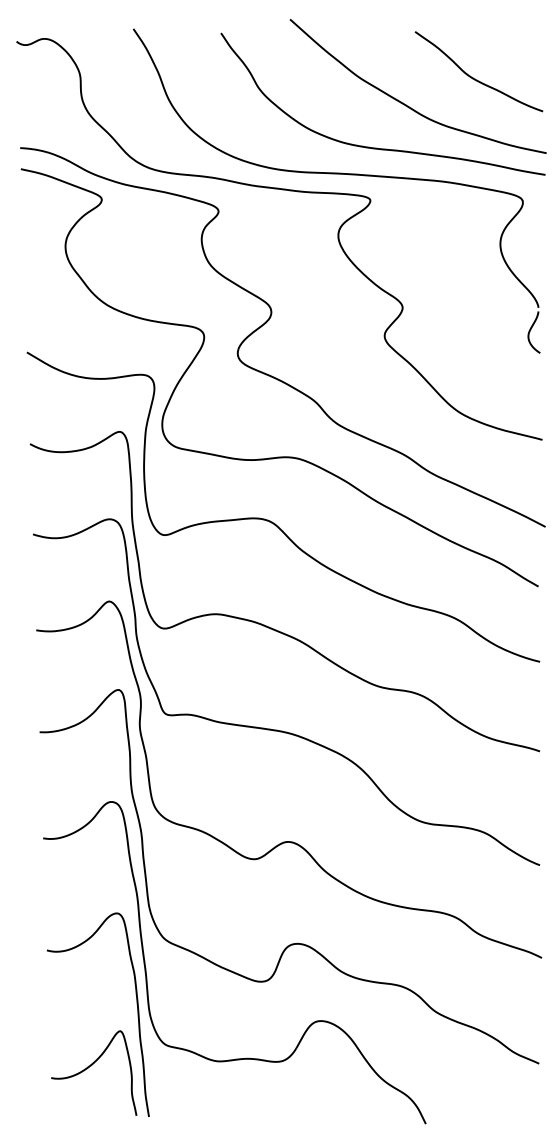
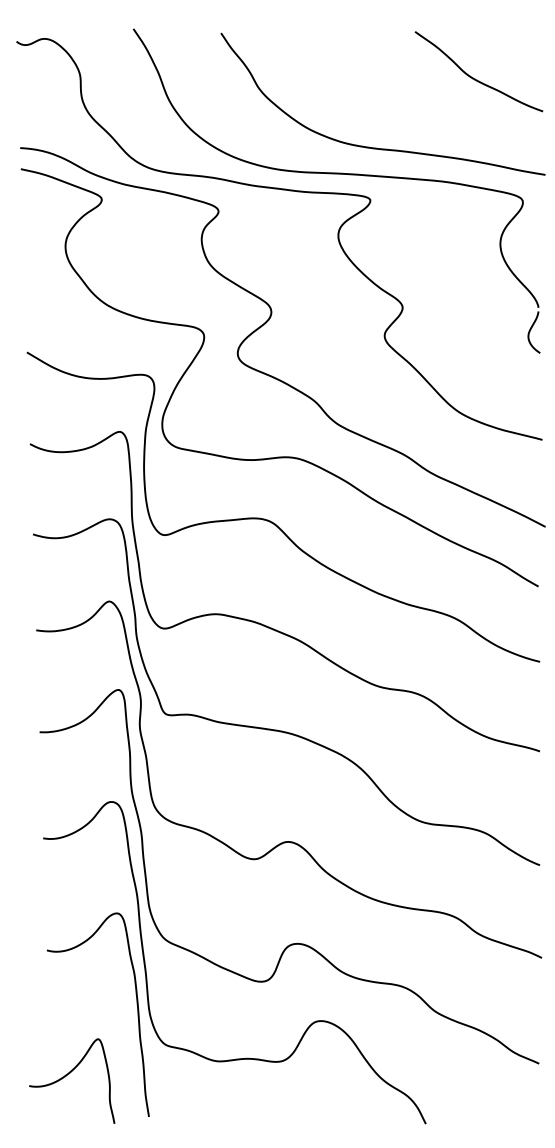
curve at (408, 105): present -> none
curve at (91, 1066) position: (91, 1066) -> (69, 1074)
